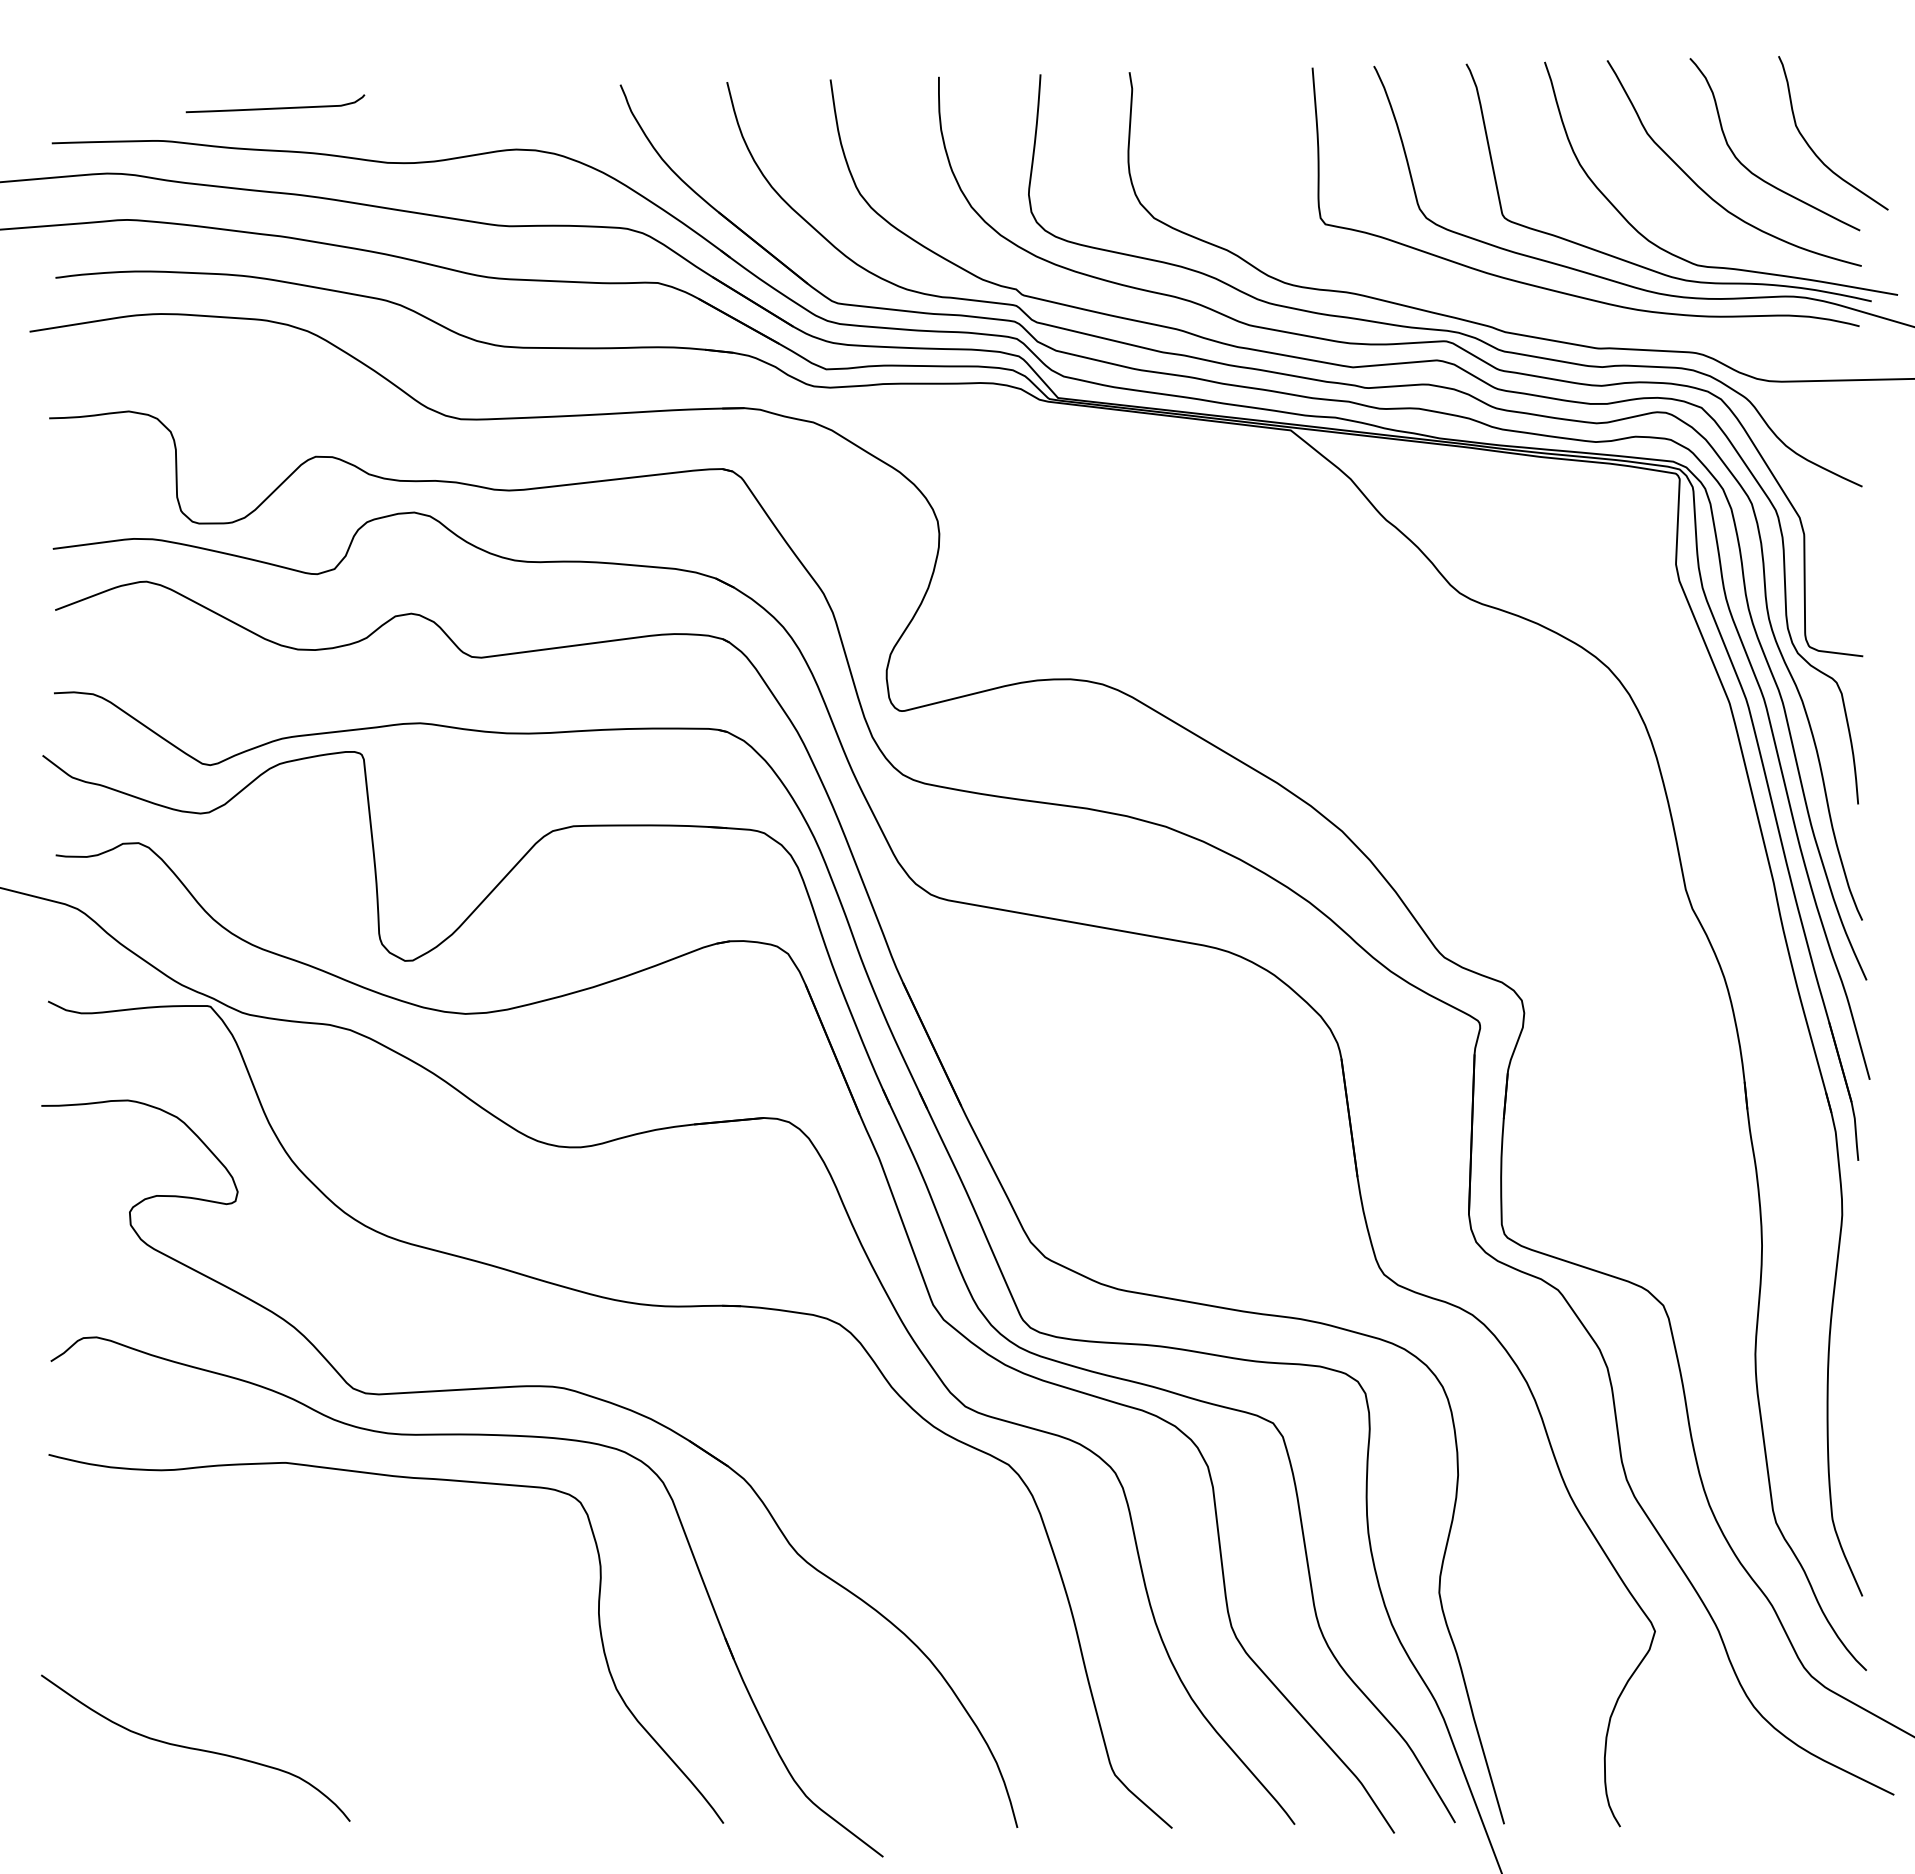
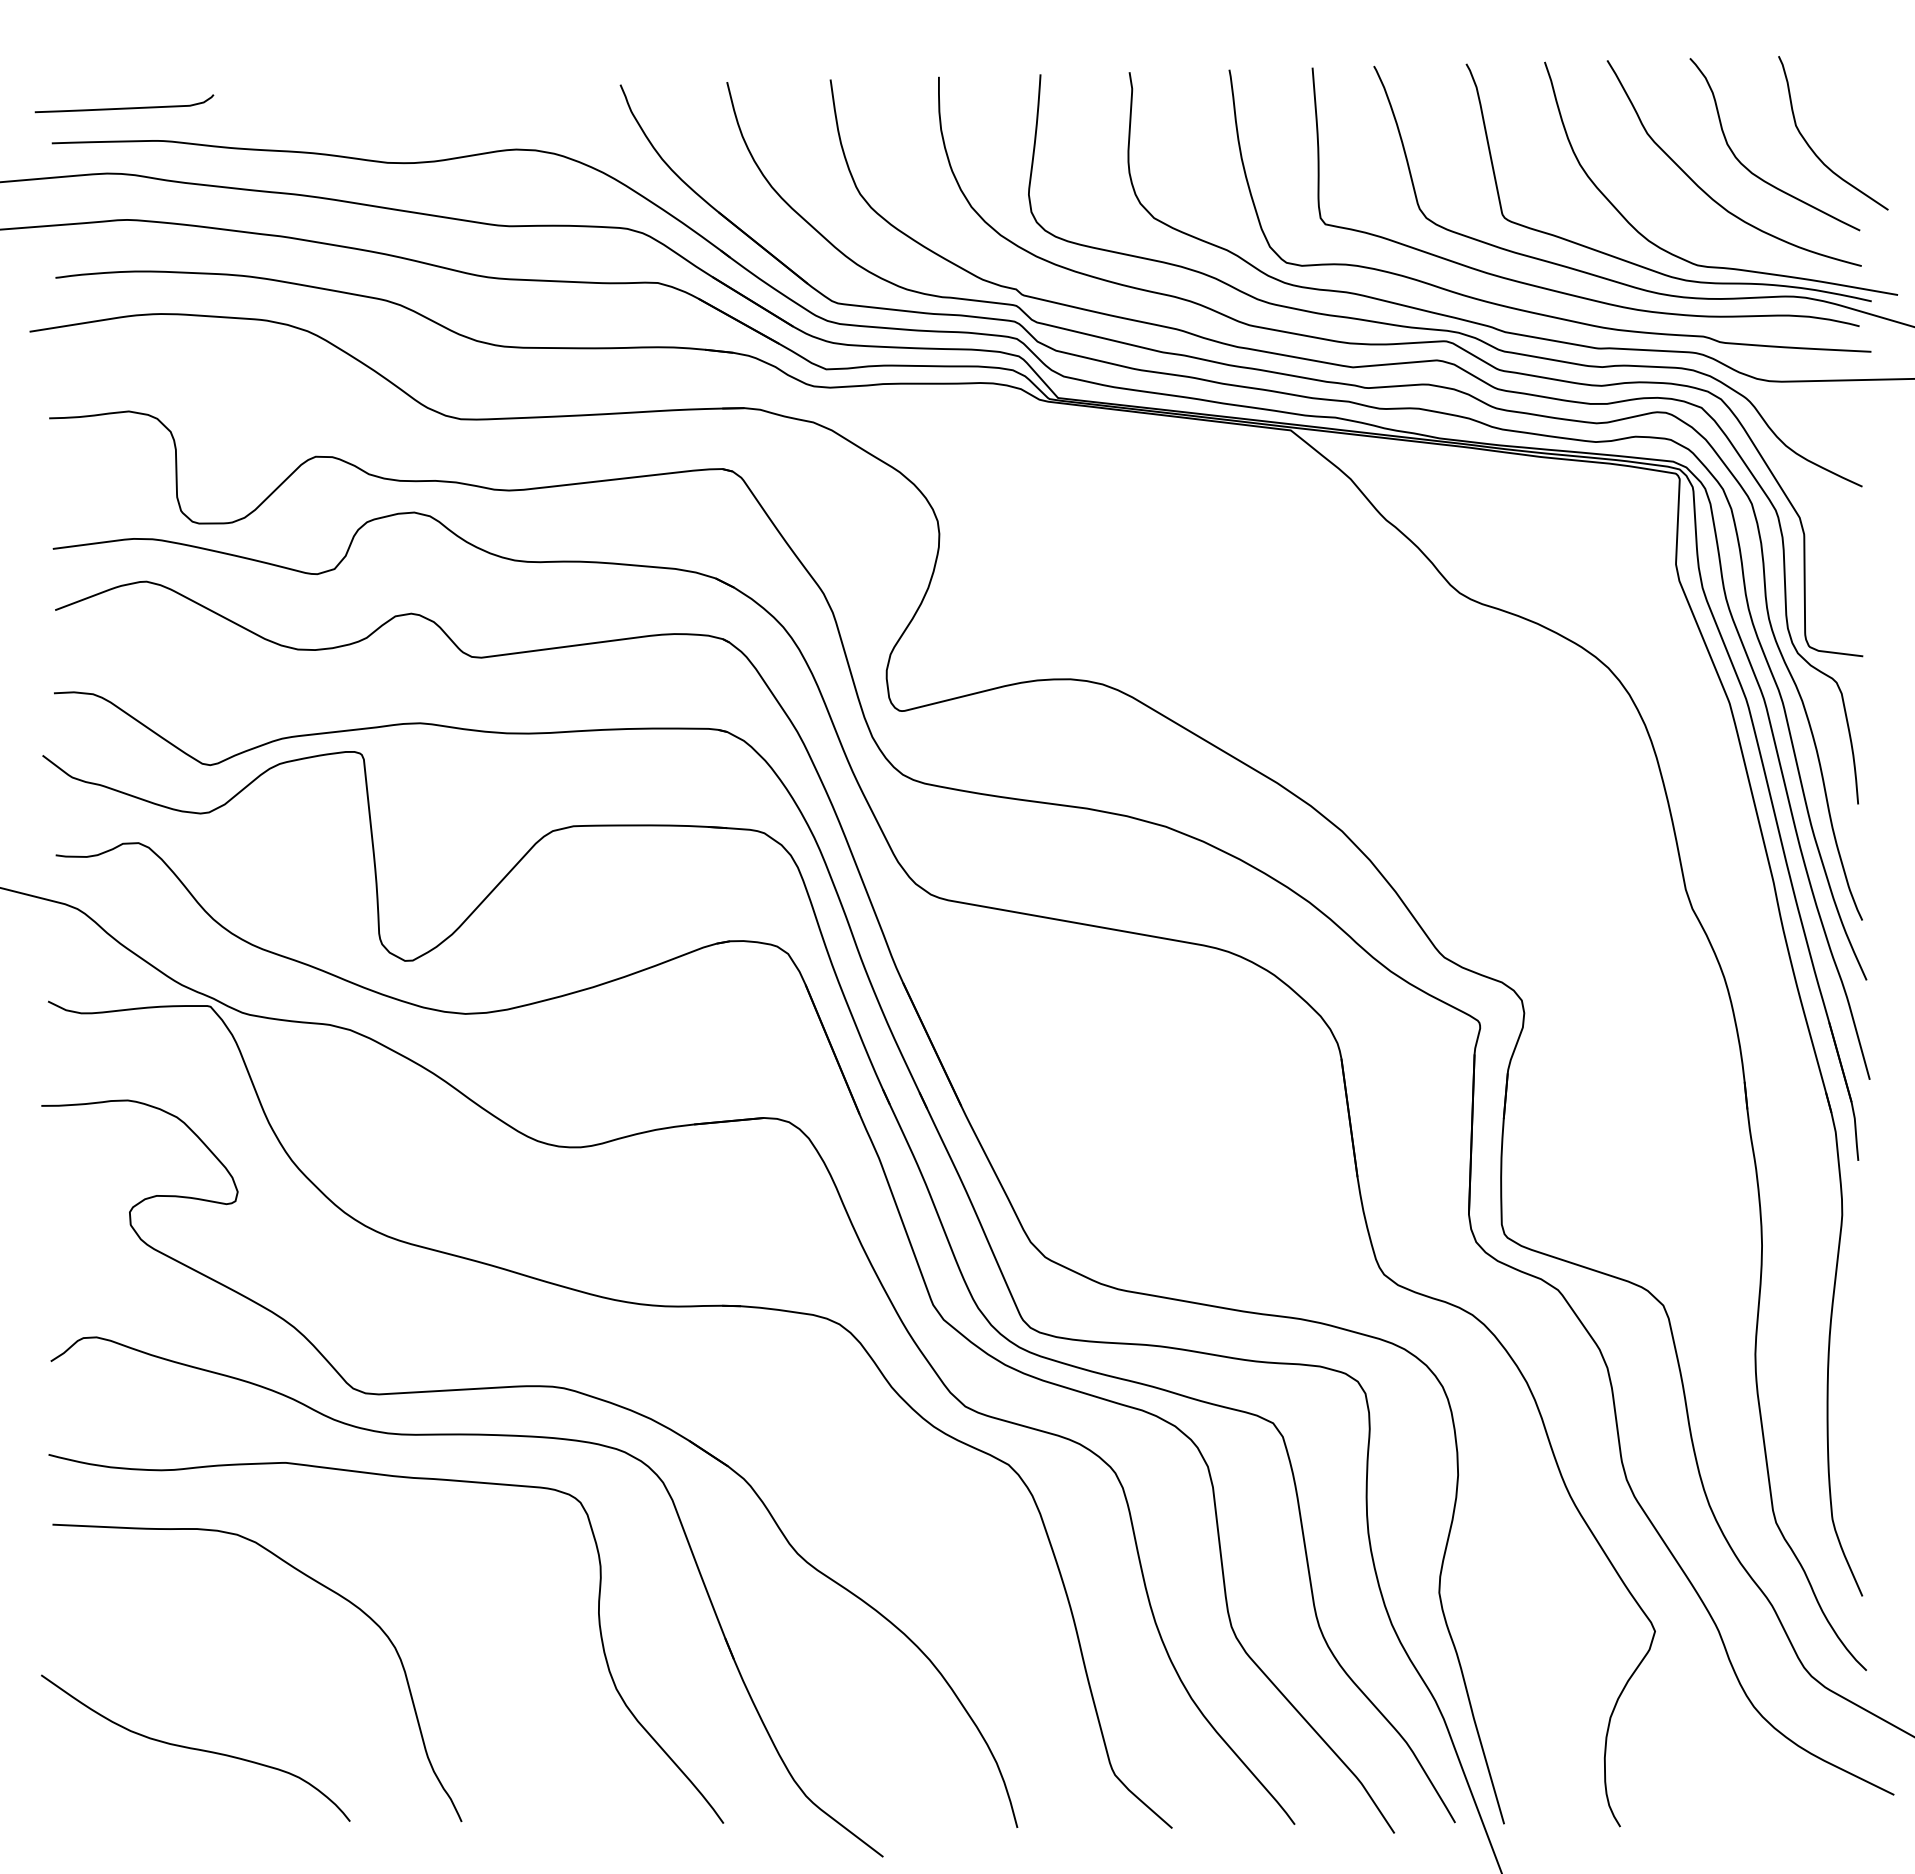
curve at (275, 107) position: (275, 107) -> (124, 107)
curve at (1528, 310): none -> present
curve at (312, 1580): none -> present
